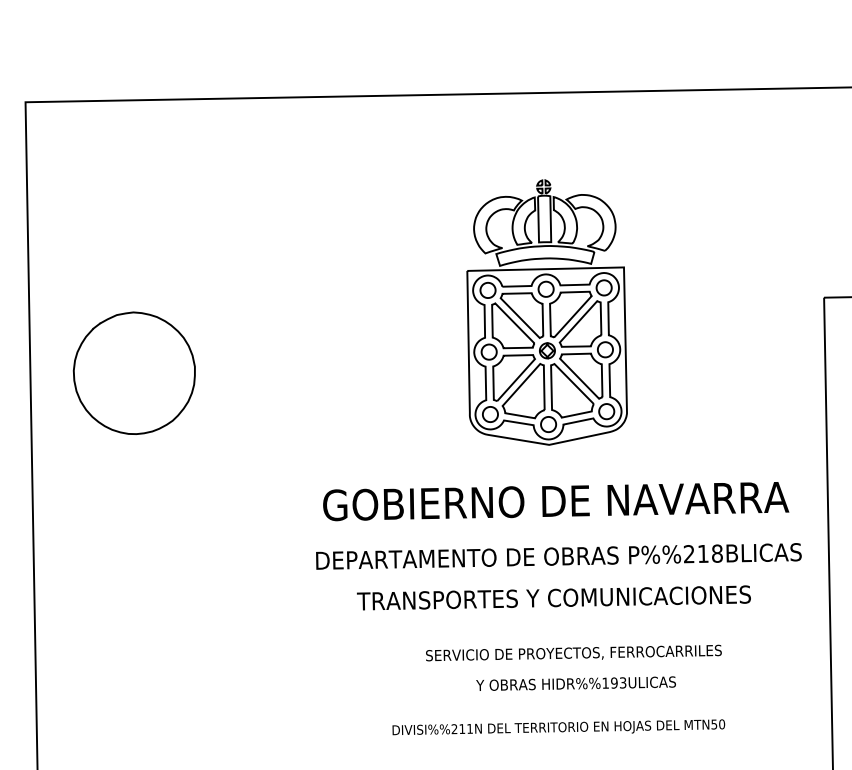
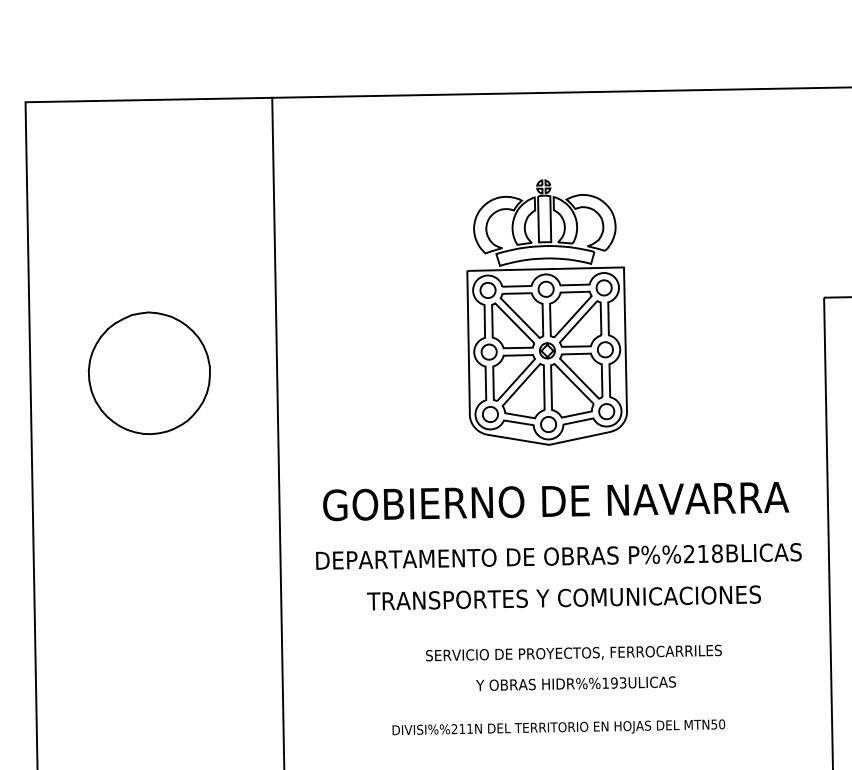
part at (133, 372) position: (133, 372) -> (148, 372)
line at (278, 431): none -> present
text at (553, 597) position: (553, 597) -> (563, 597)
